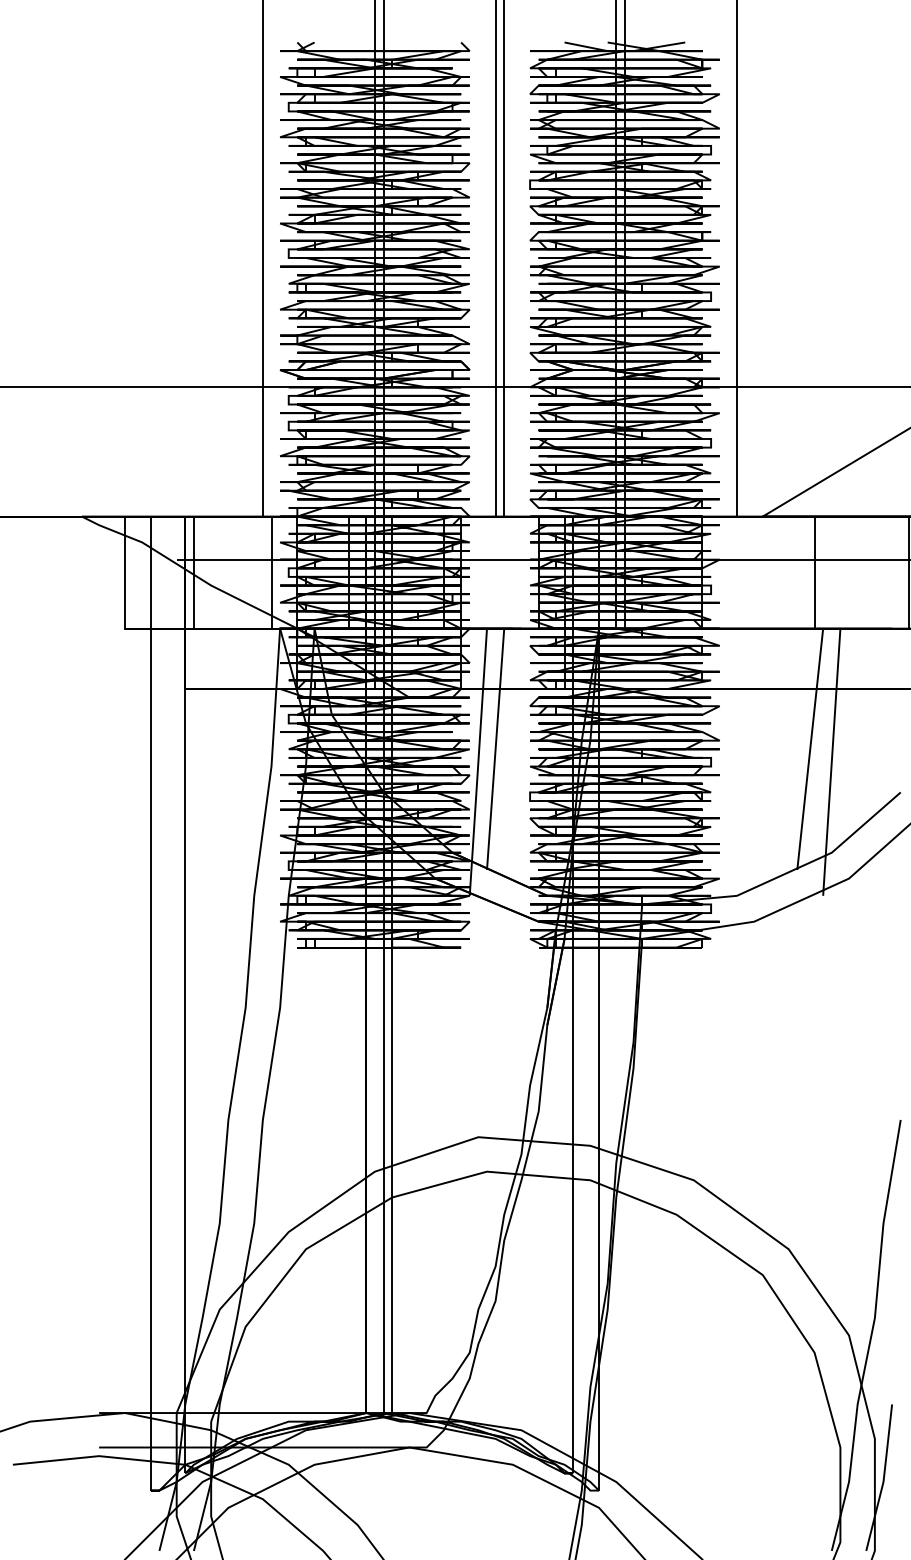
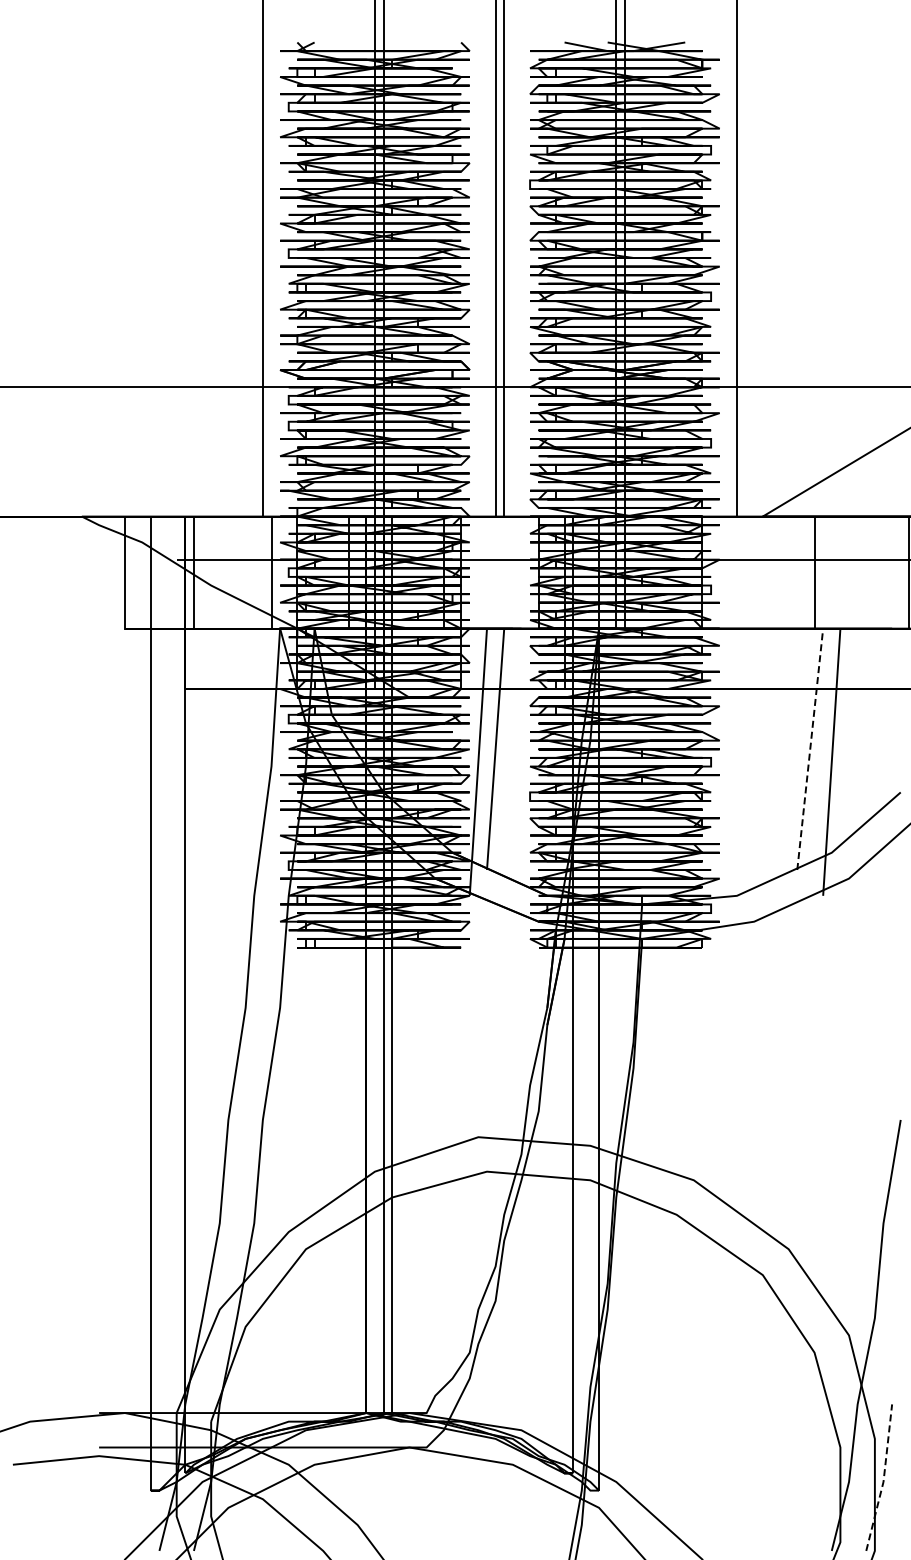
line at (810, 748): solid -> dashed
line at (883, 1479): solid -> dashed
